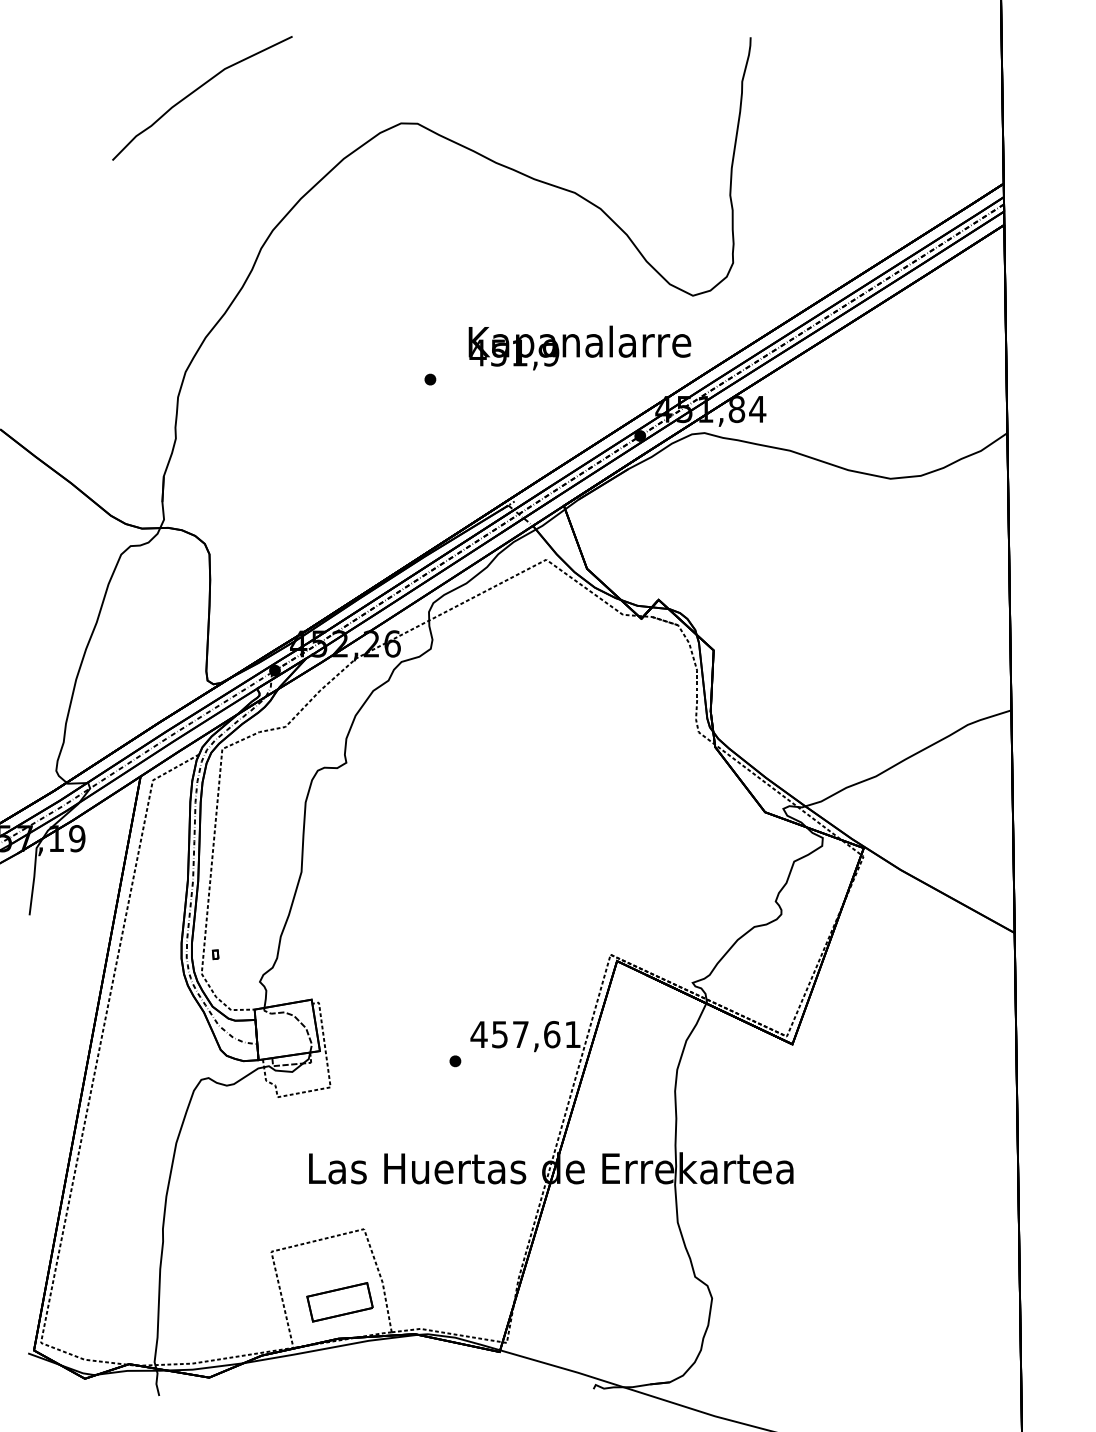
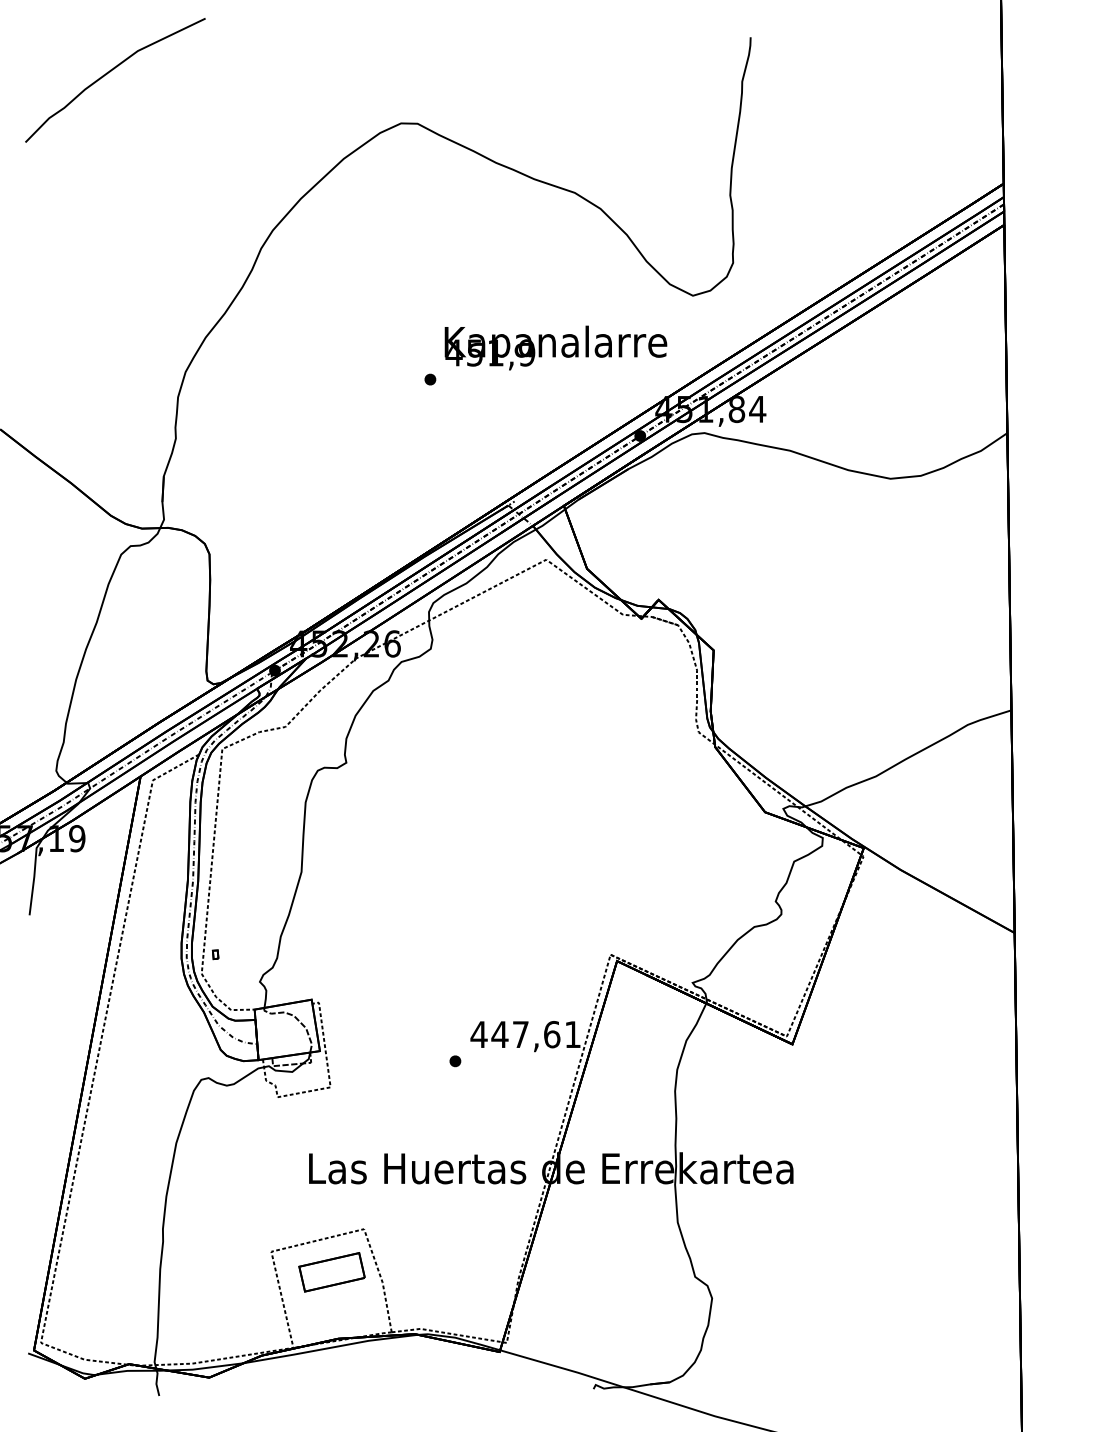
curve at (197, 90) position: (197, 90) -> (110, 72)
text at (579, 347) position: (579, 347) -> (555, 347)
text at (499, 1034): 457,61 -> 447,61
part at (339, 1302) position: (339, 1302) -> (331, 1272)
